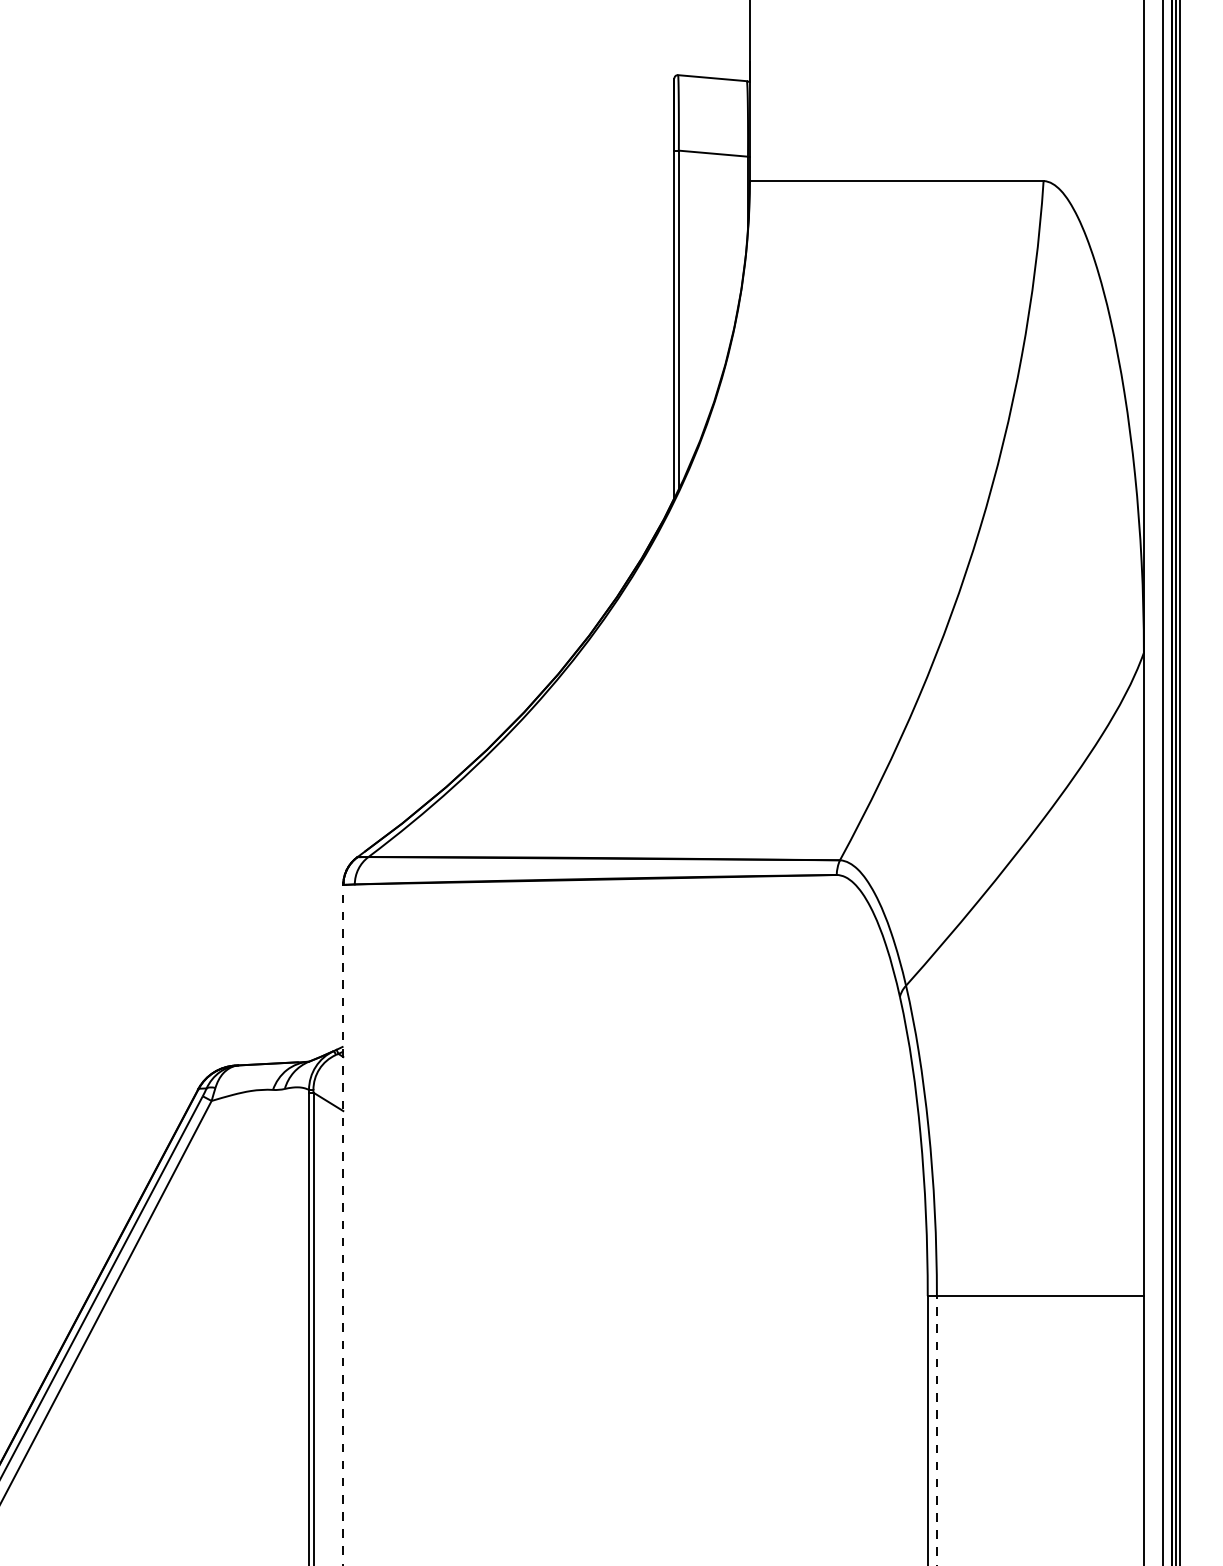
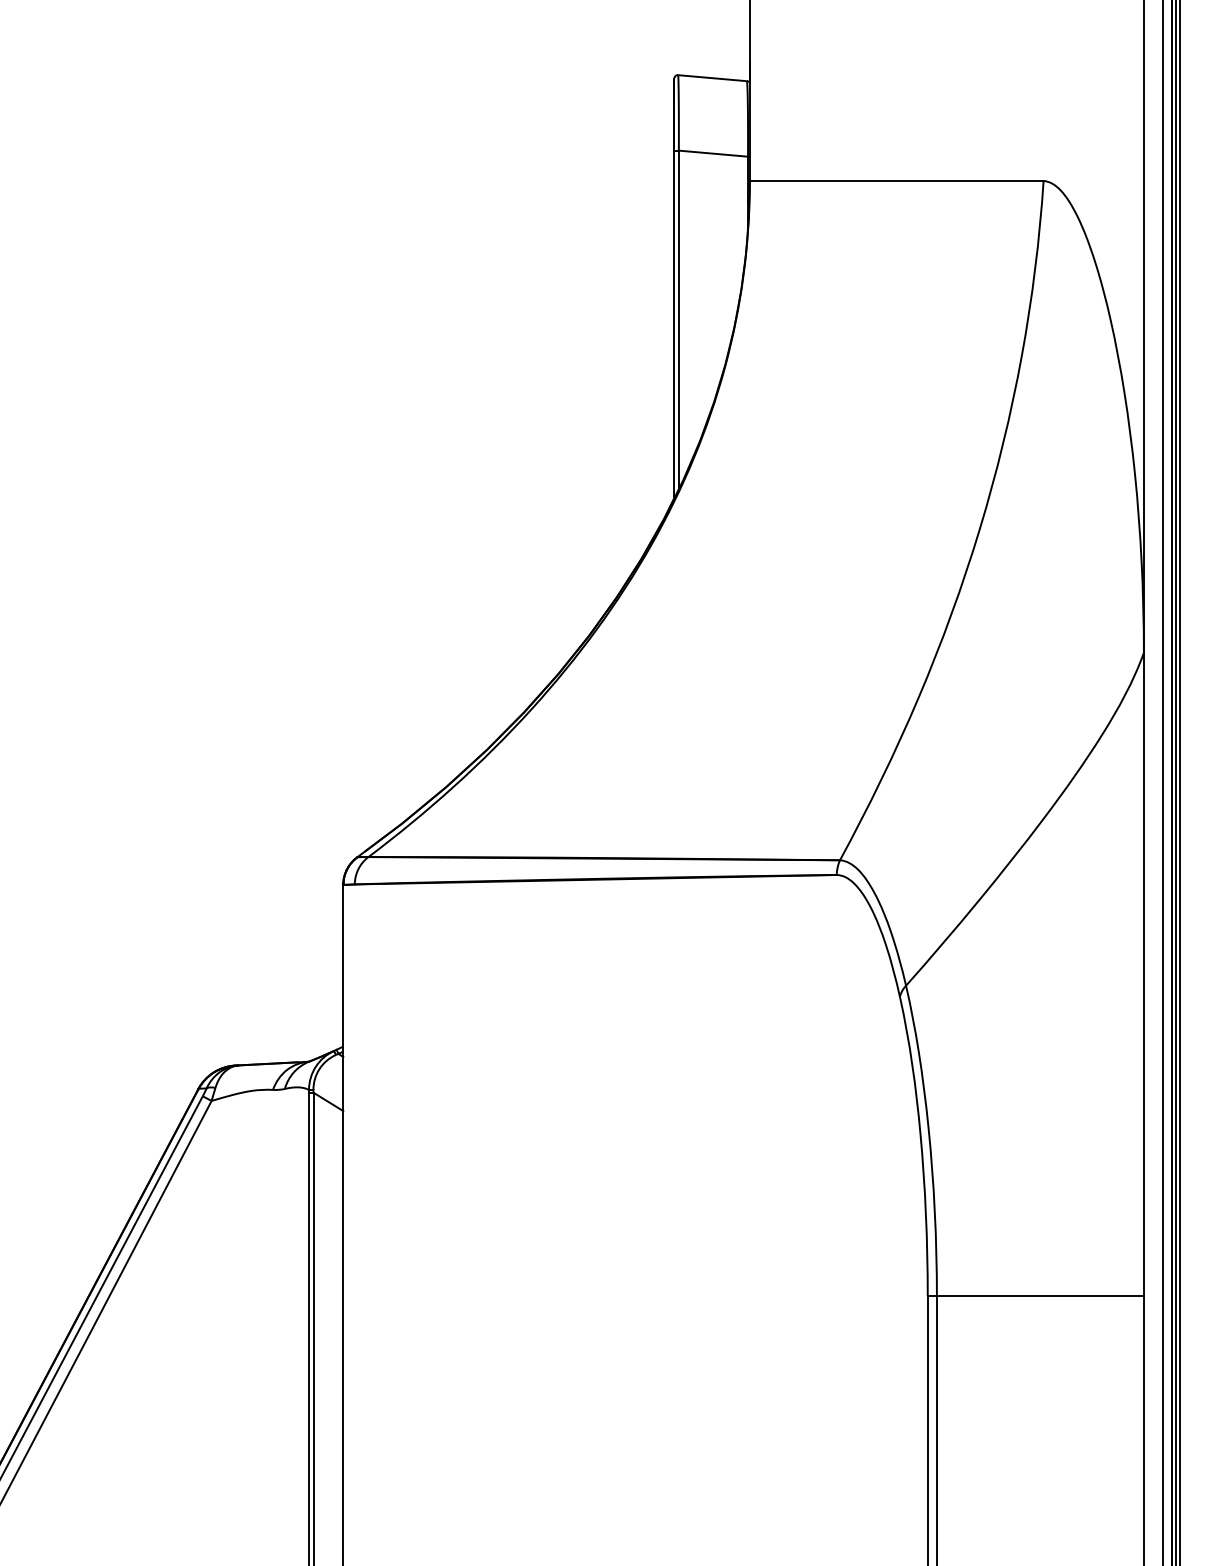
line at (343, 1224): dashed -> solid
line at (936, 1431): dashed -> solid
